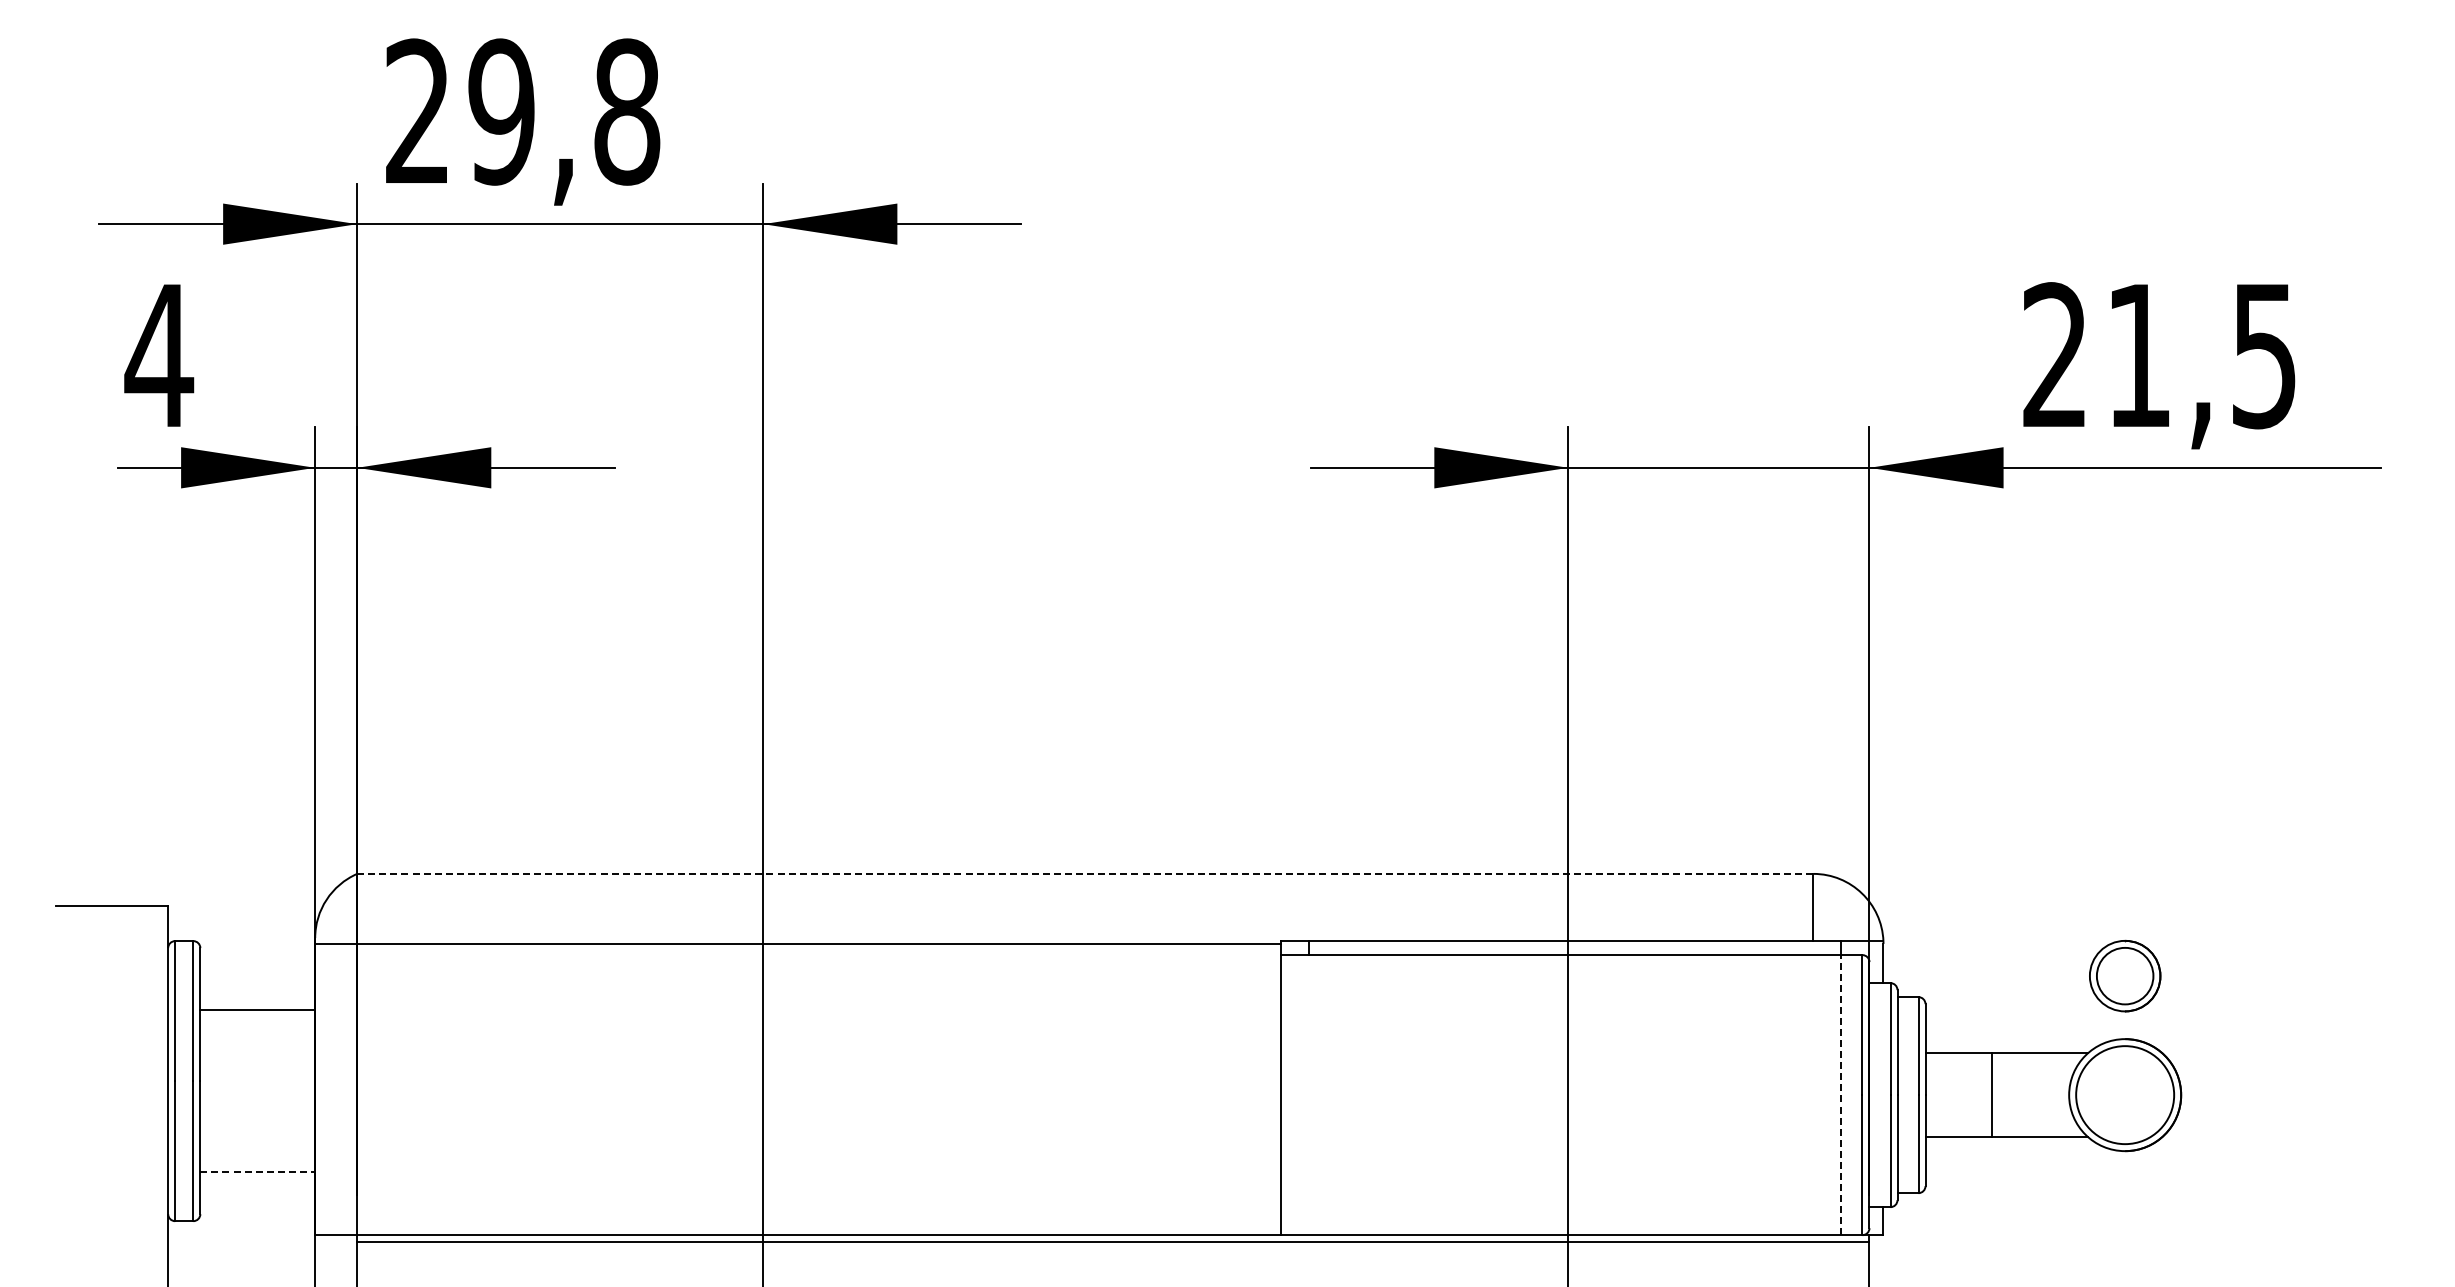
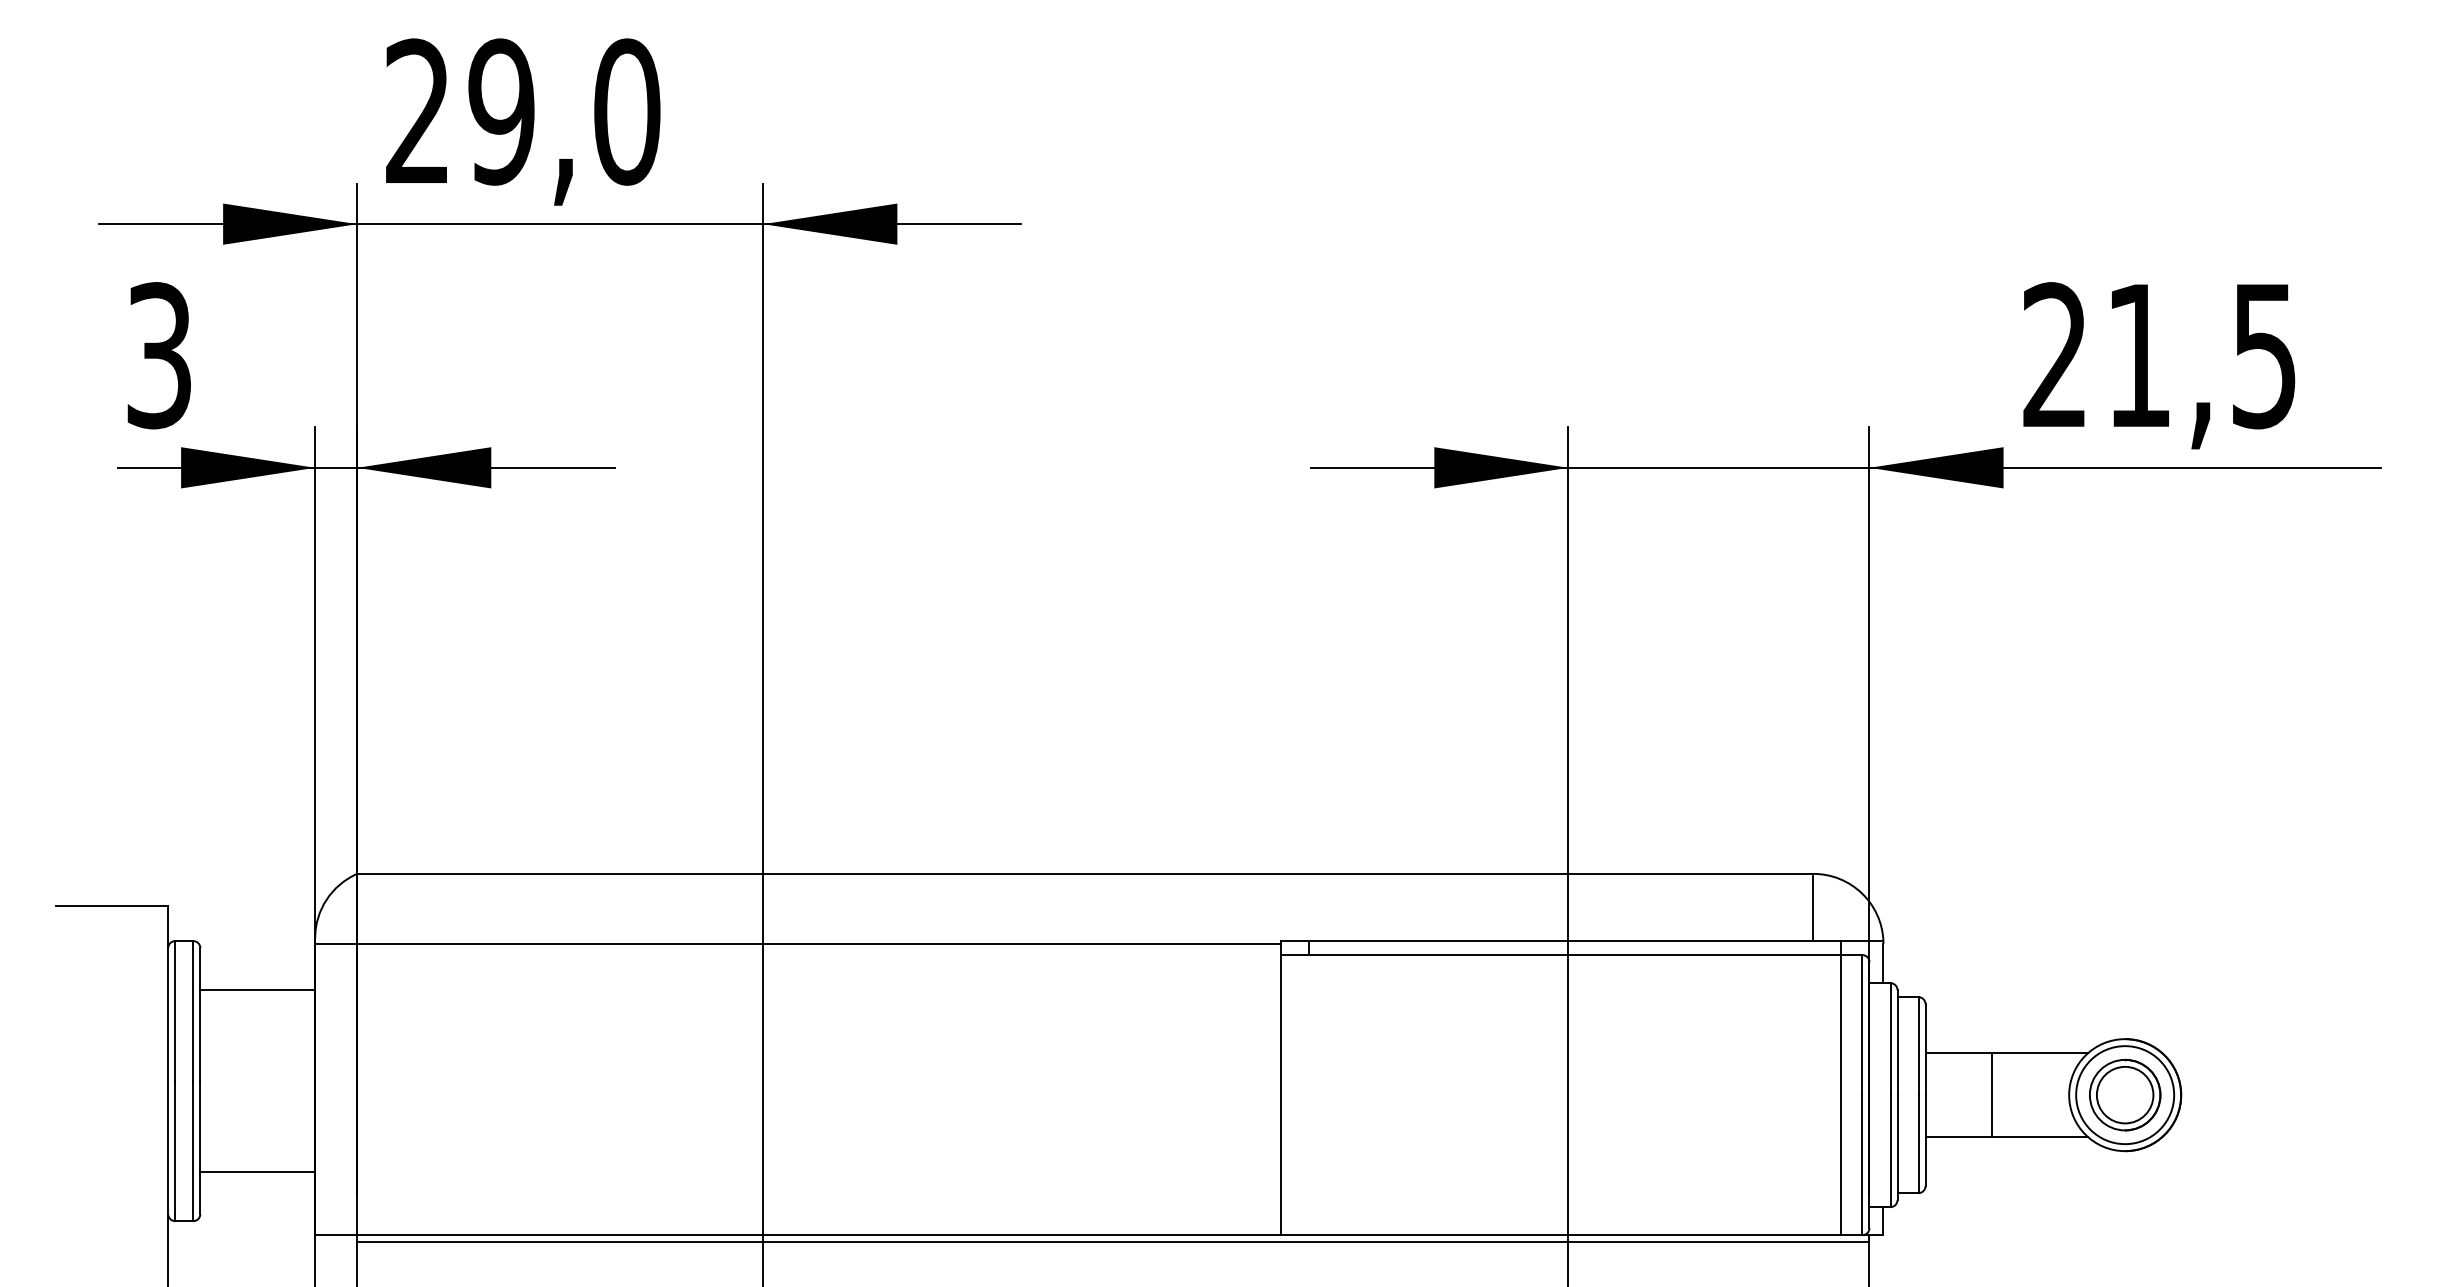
text at (627, 111): 29,8 -> 29,0
text at (159, 355): 4 -> 3
line at (1085, 873): dashed -> solid
part at (2125, 975) position: (2125, 975) -> (2125, 1094)
line at (257, 1010) position: (257, 1010) -> (257, 990)
line at (1841, 1094): dashed -> solid
line at (258, 1172): dashed -> solid
